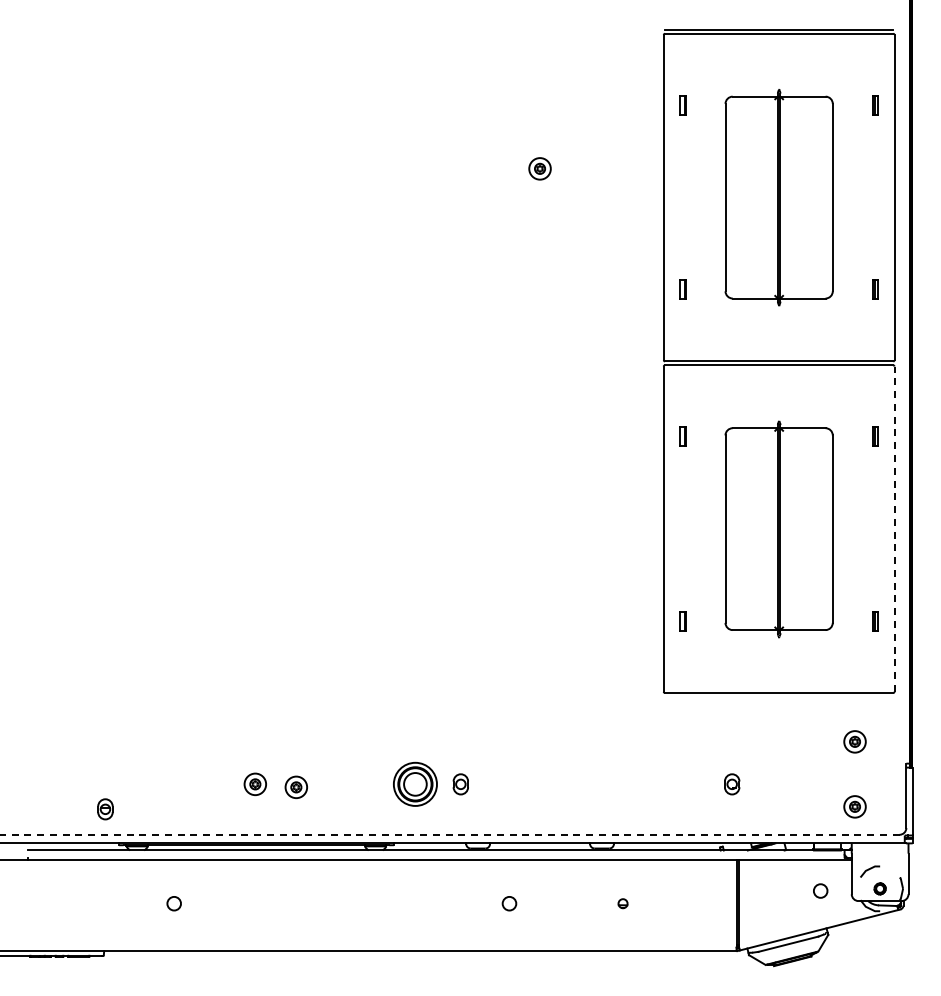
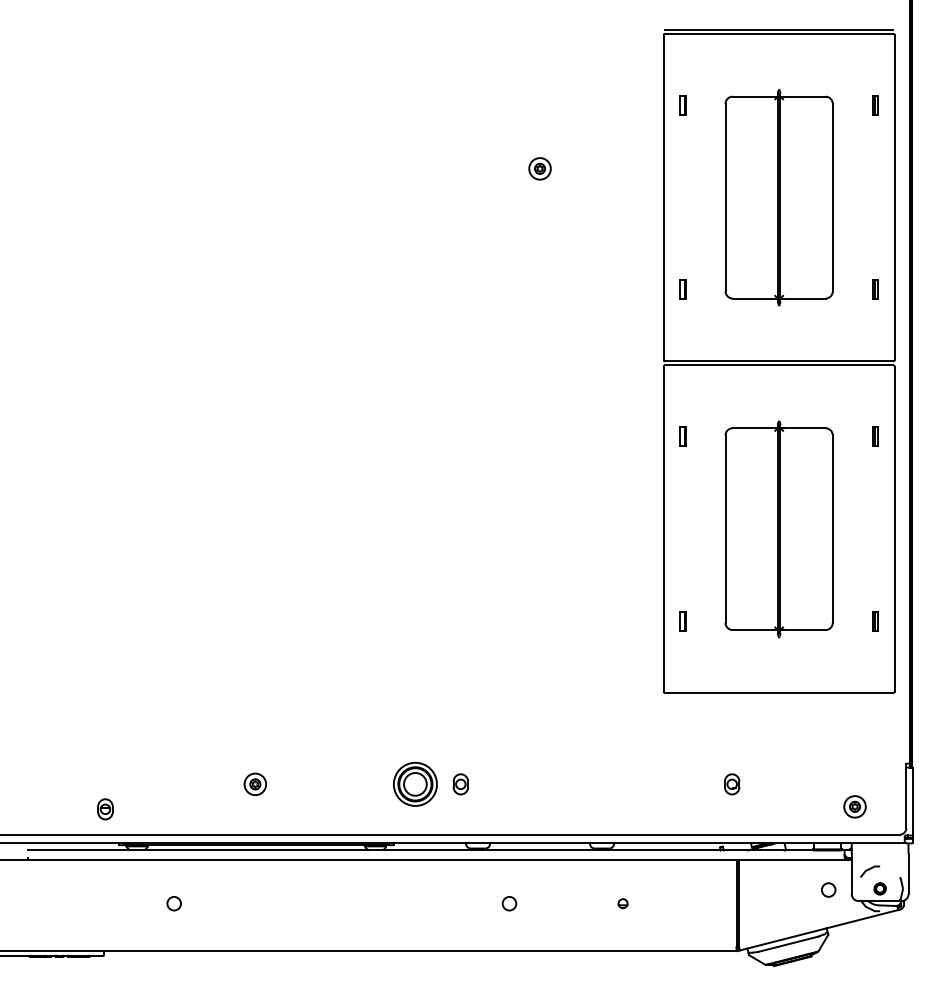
line at (894, 529): dashed -> solid
part at (854, 741): present -> none
part at (295, 787): present -> none
line at (449, 834): dashed -> solid
circle at (820, 890) position: (820, 890) -> (828, 889)
